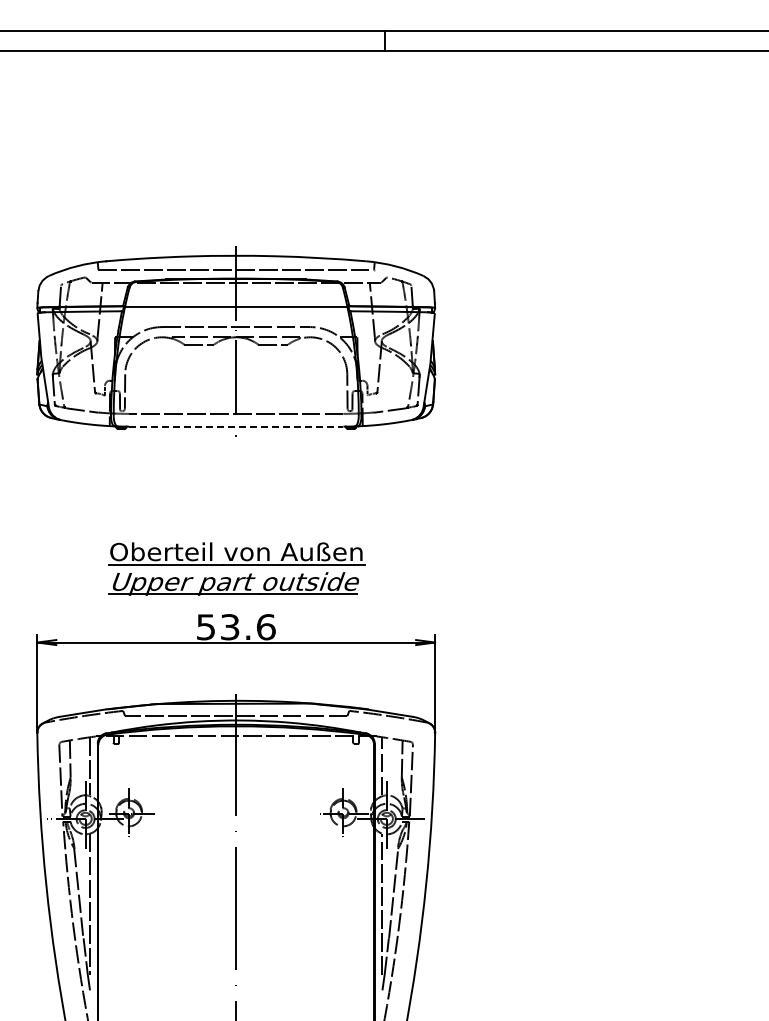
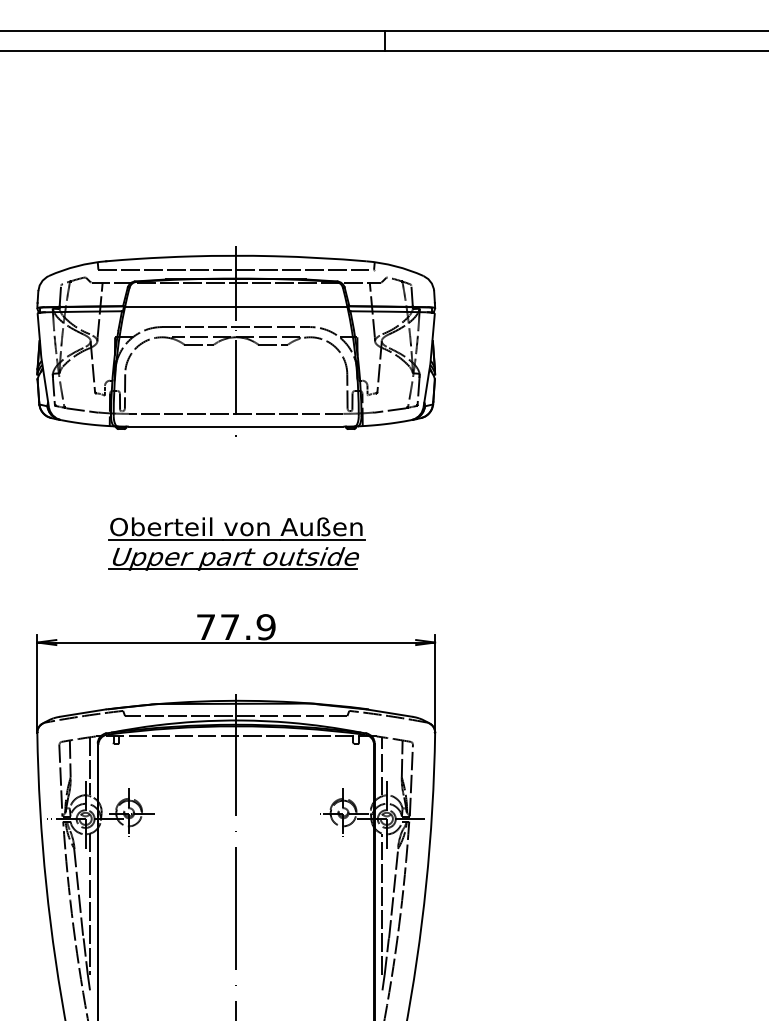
line at (236, 426): dashed -> solid
part at (236, 568) position: (236, 568) -> (236, 543)
text at (236, 627): 53.6 -> 77.9
